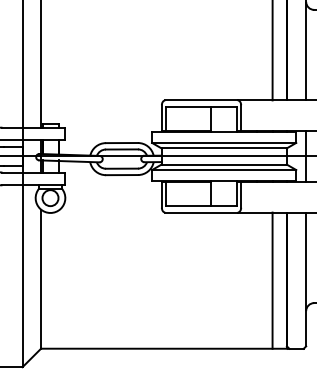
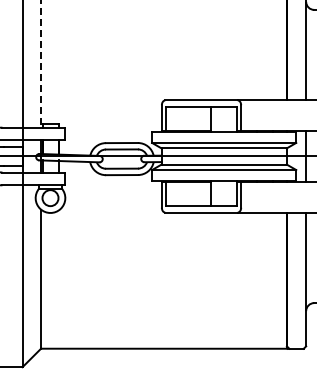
line at (272, 51): present -> none
line at (41, 63): solid -> dashed
line at (272, 280): present -> none
